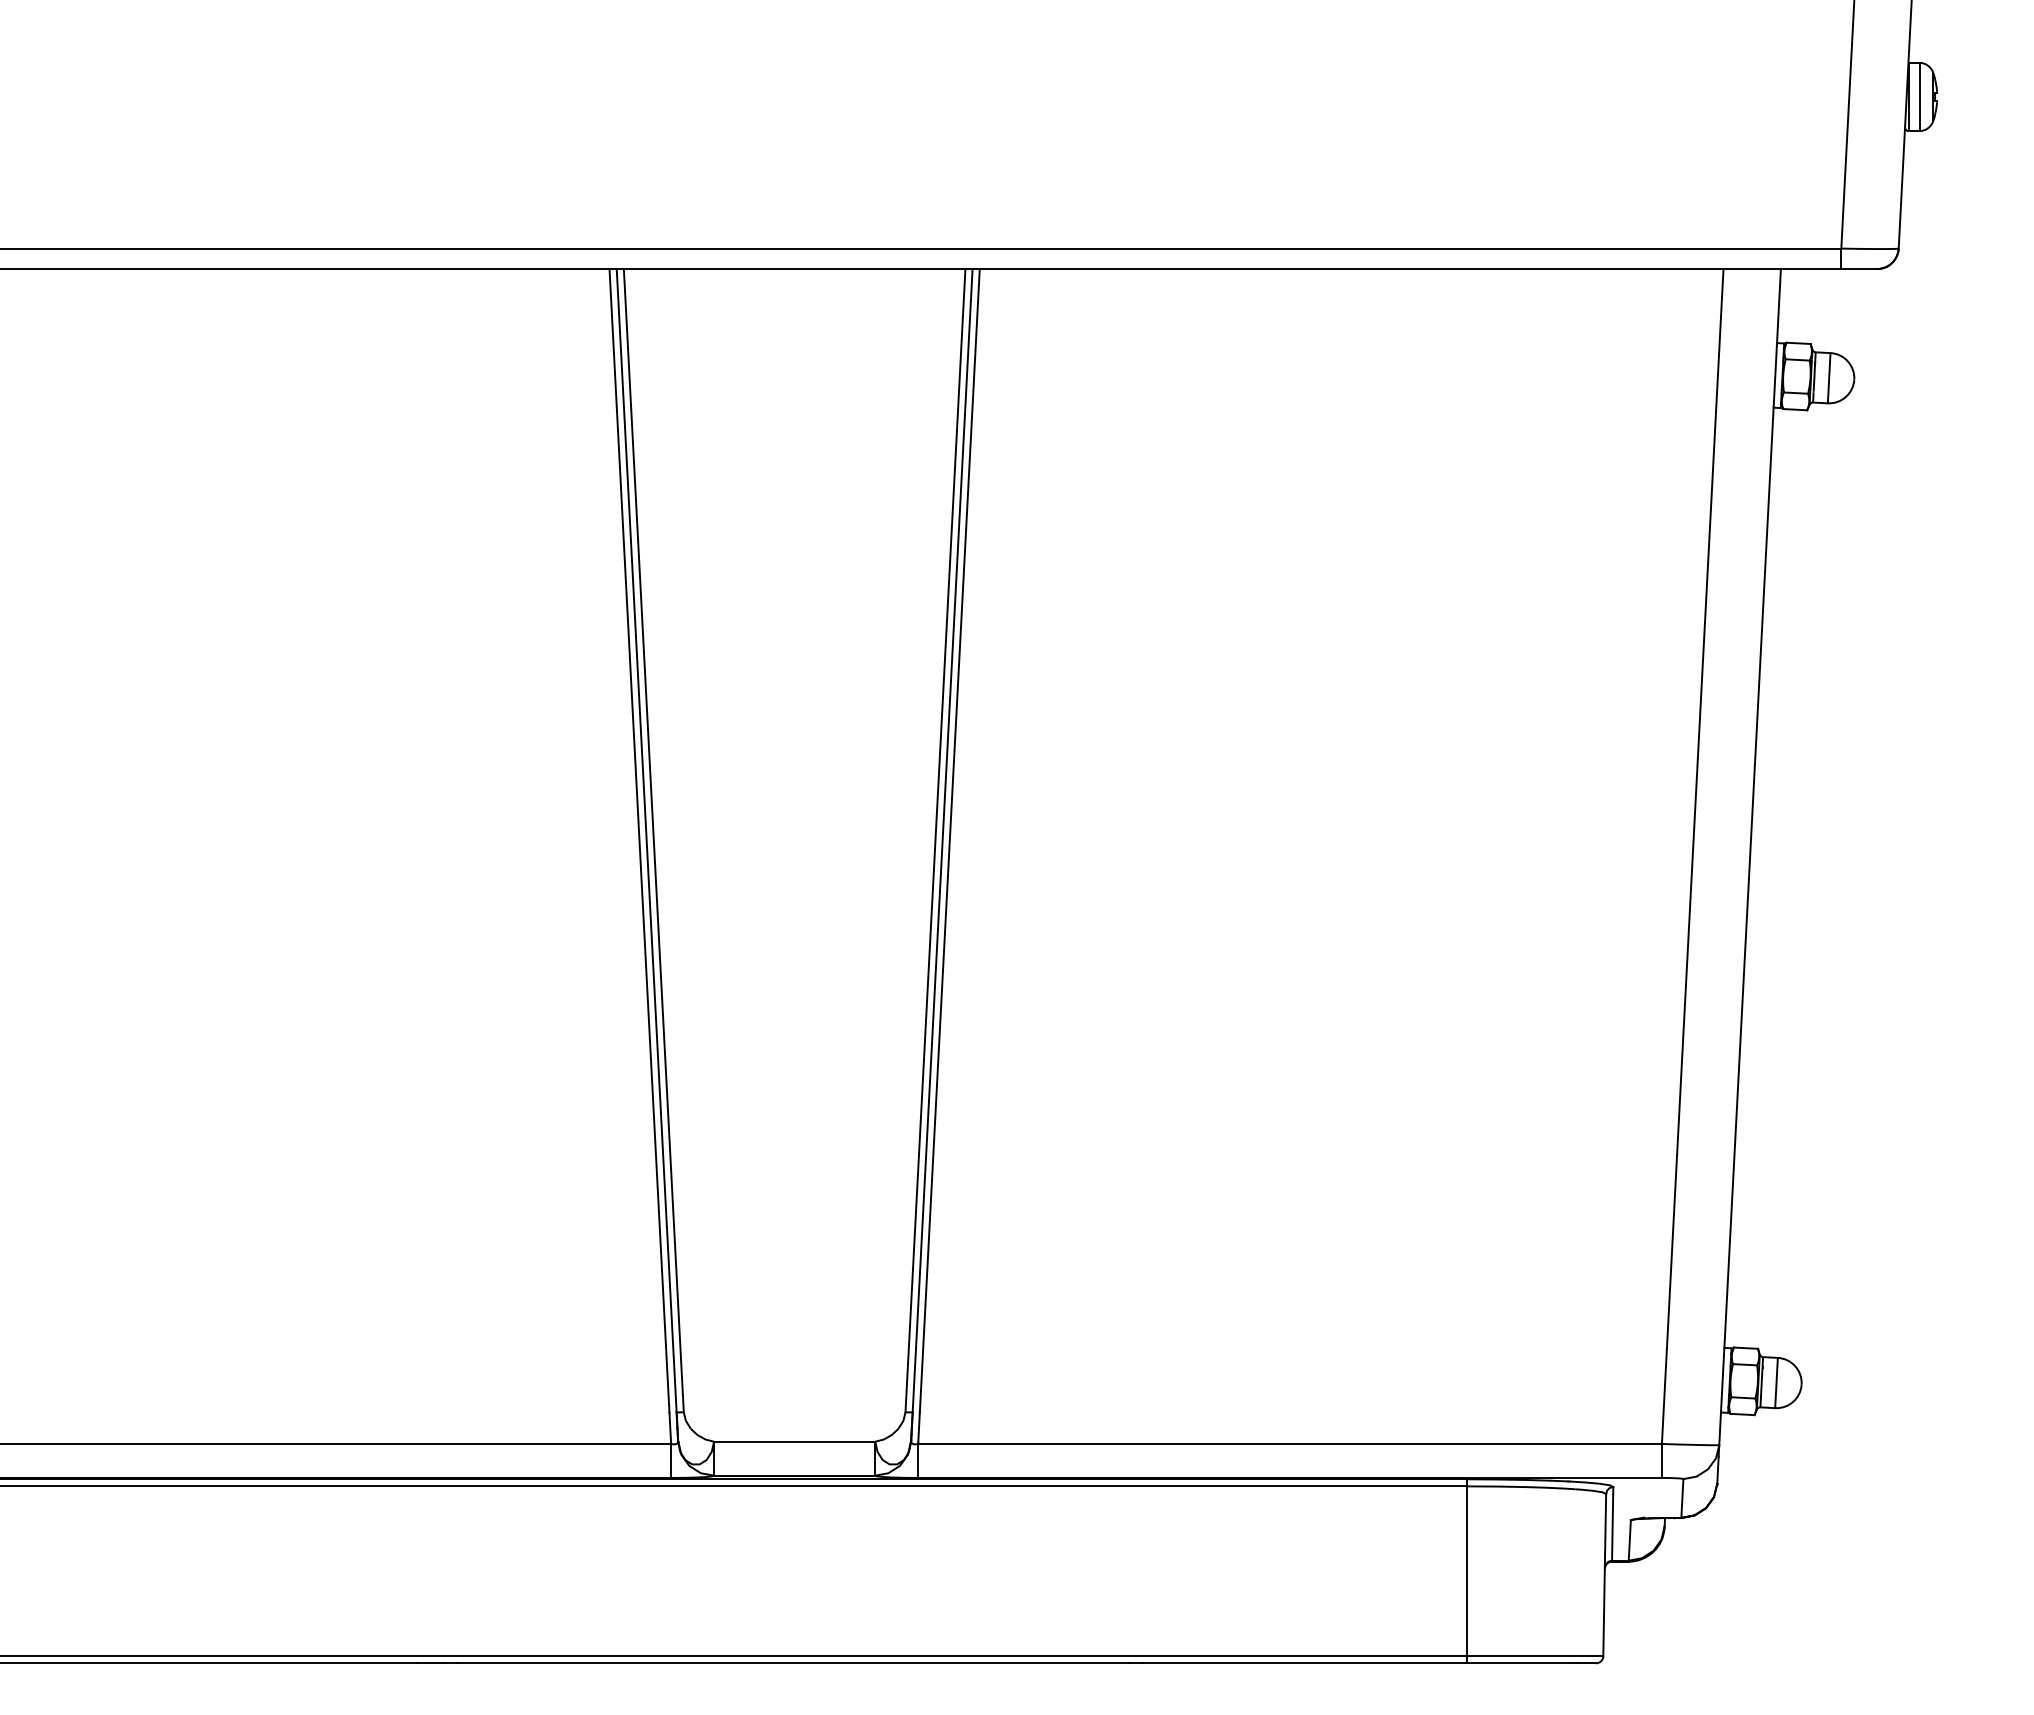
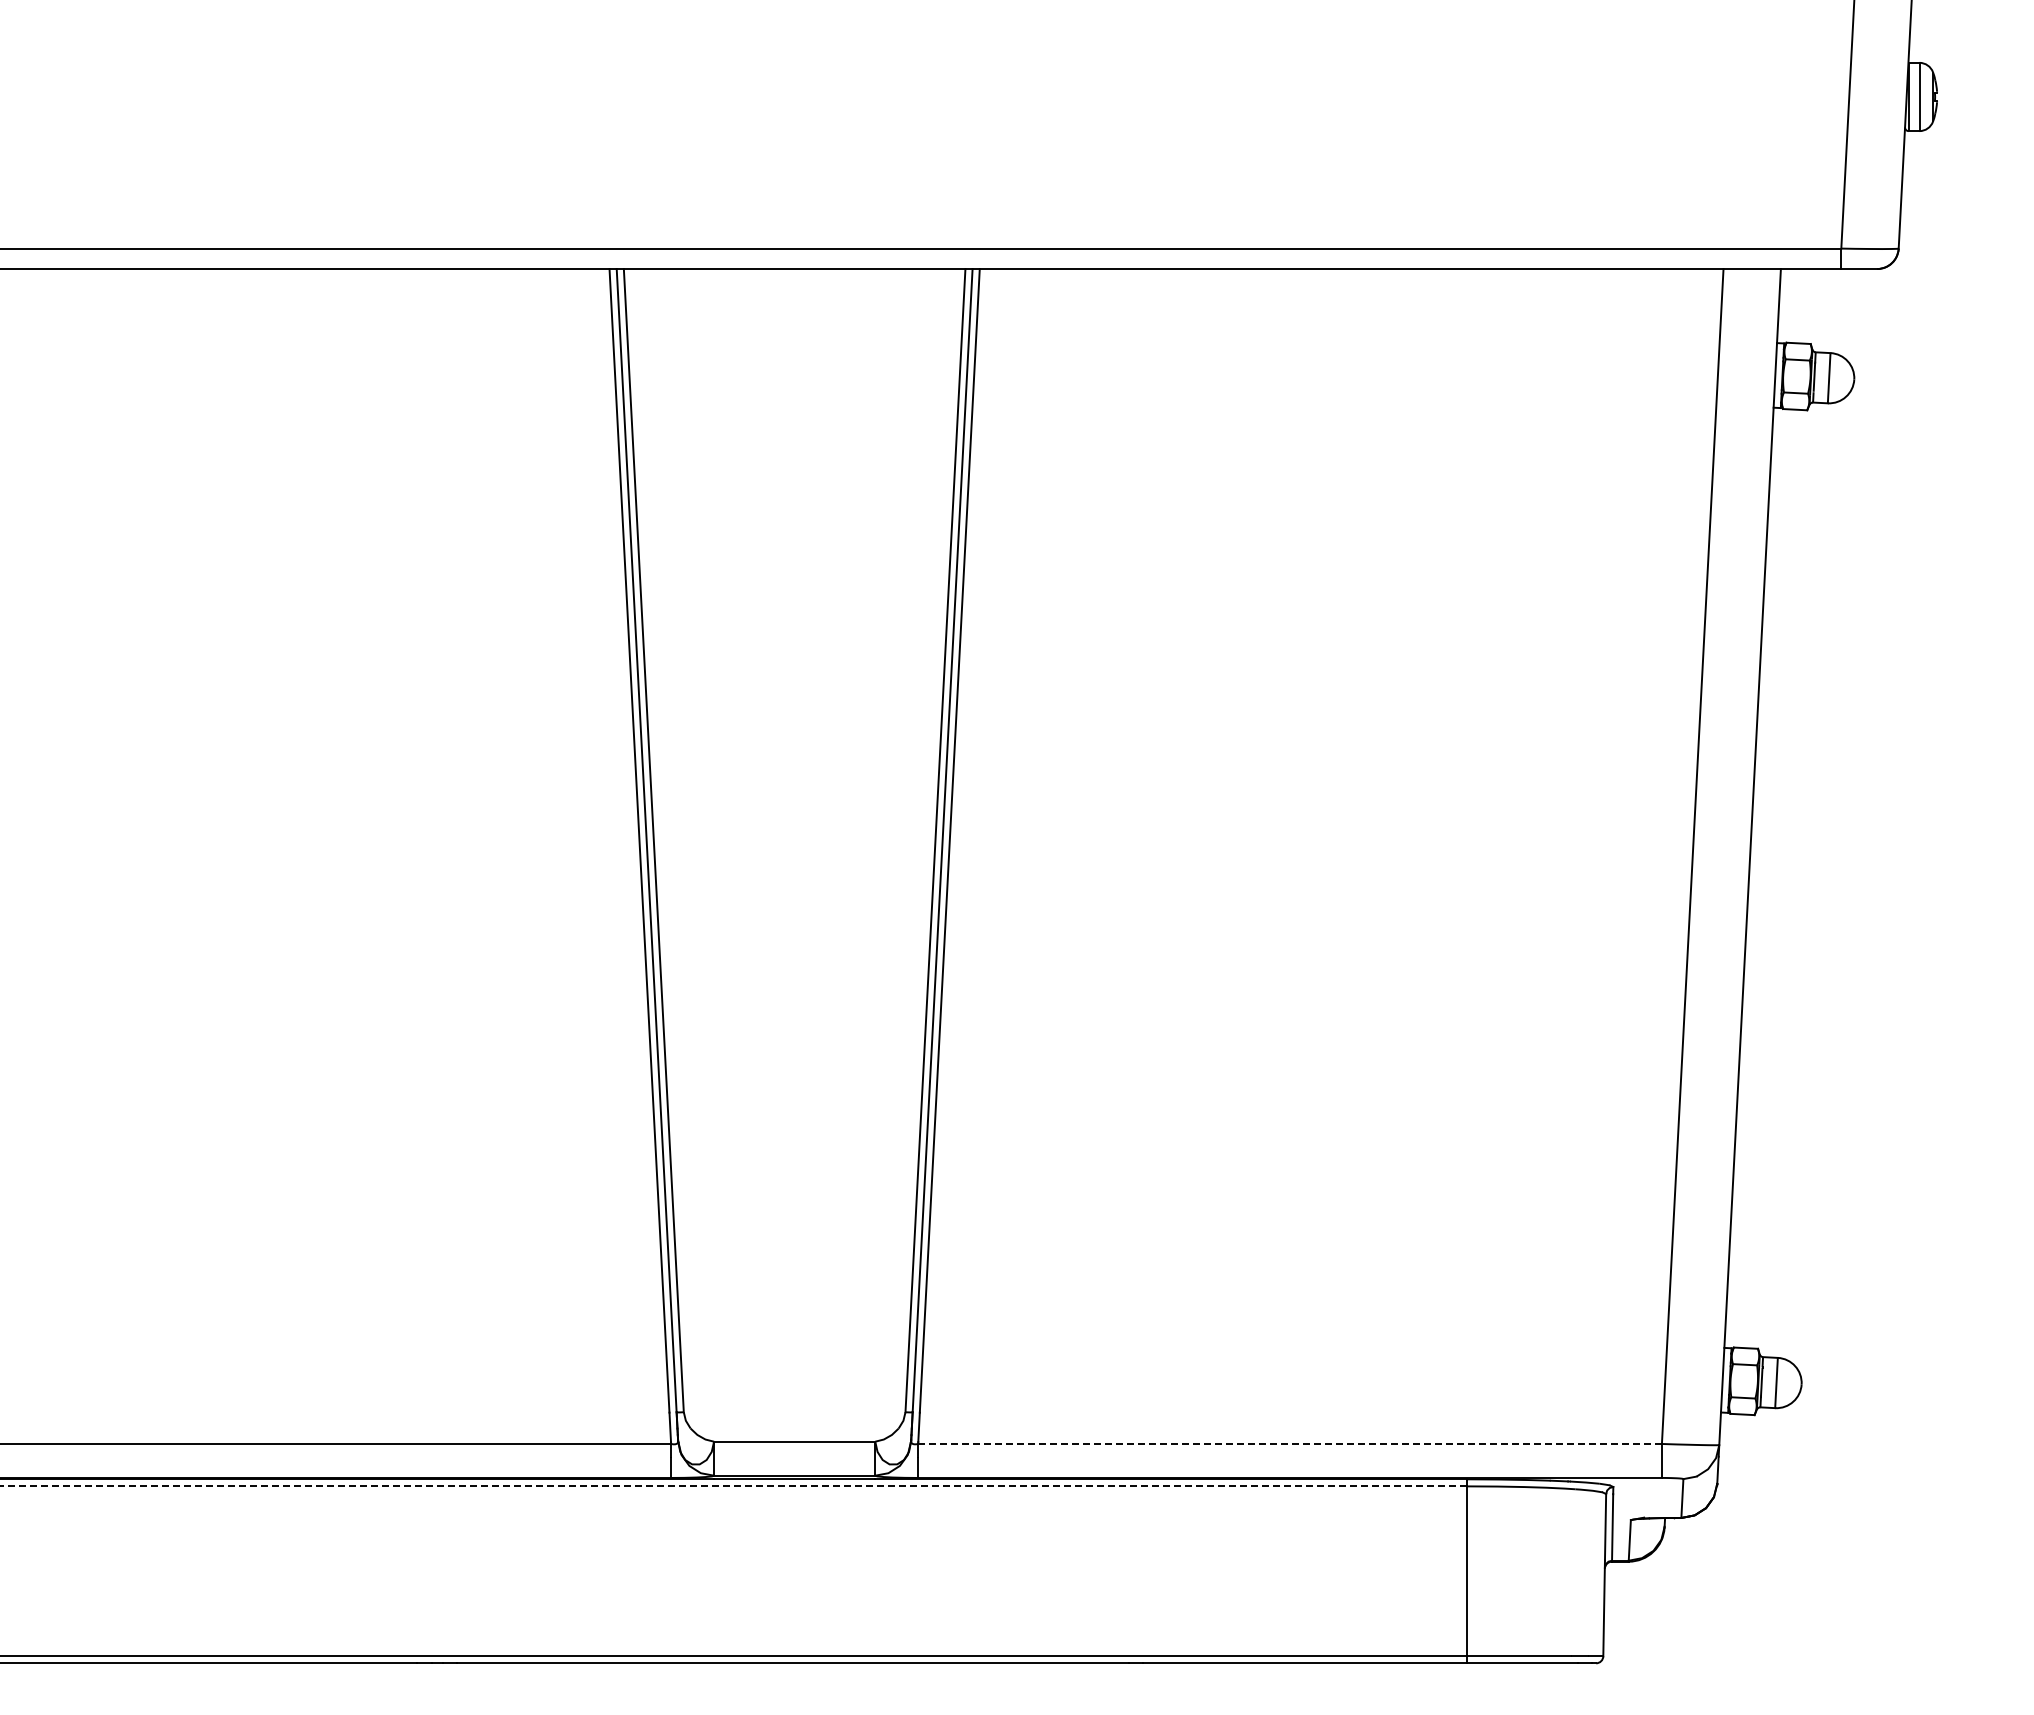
line at (1290, 1443): solid -> dashed
line at (733, 1486): solid -> dashed
